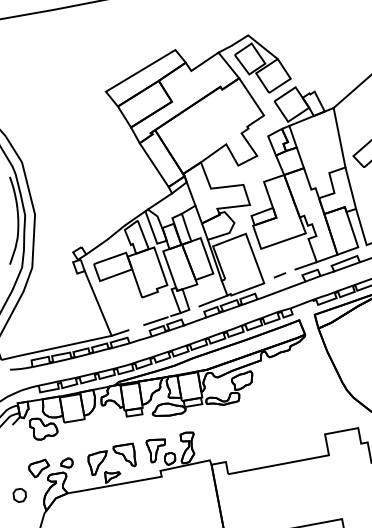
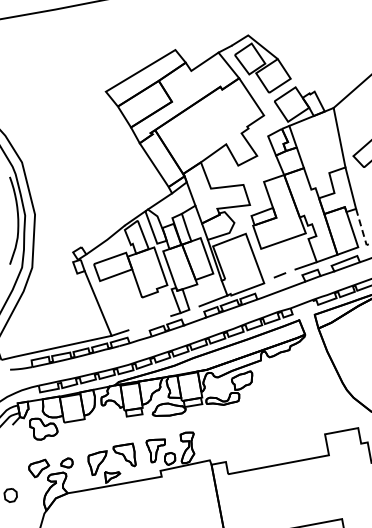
line at (362, 229): solid -> dashed
line at (155, 321): present -> none
part at (19, 495) position: (19, 495) -> (10, 495)
